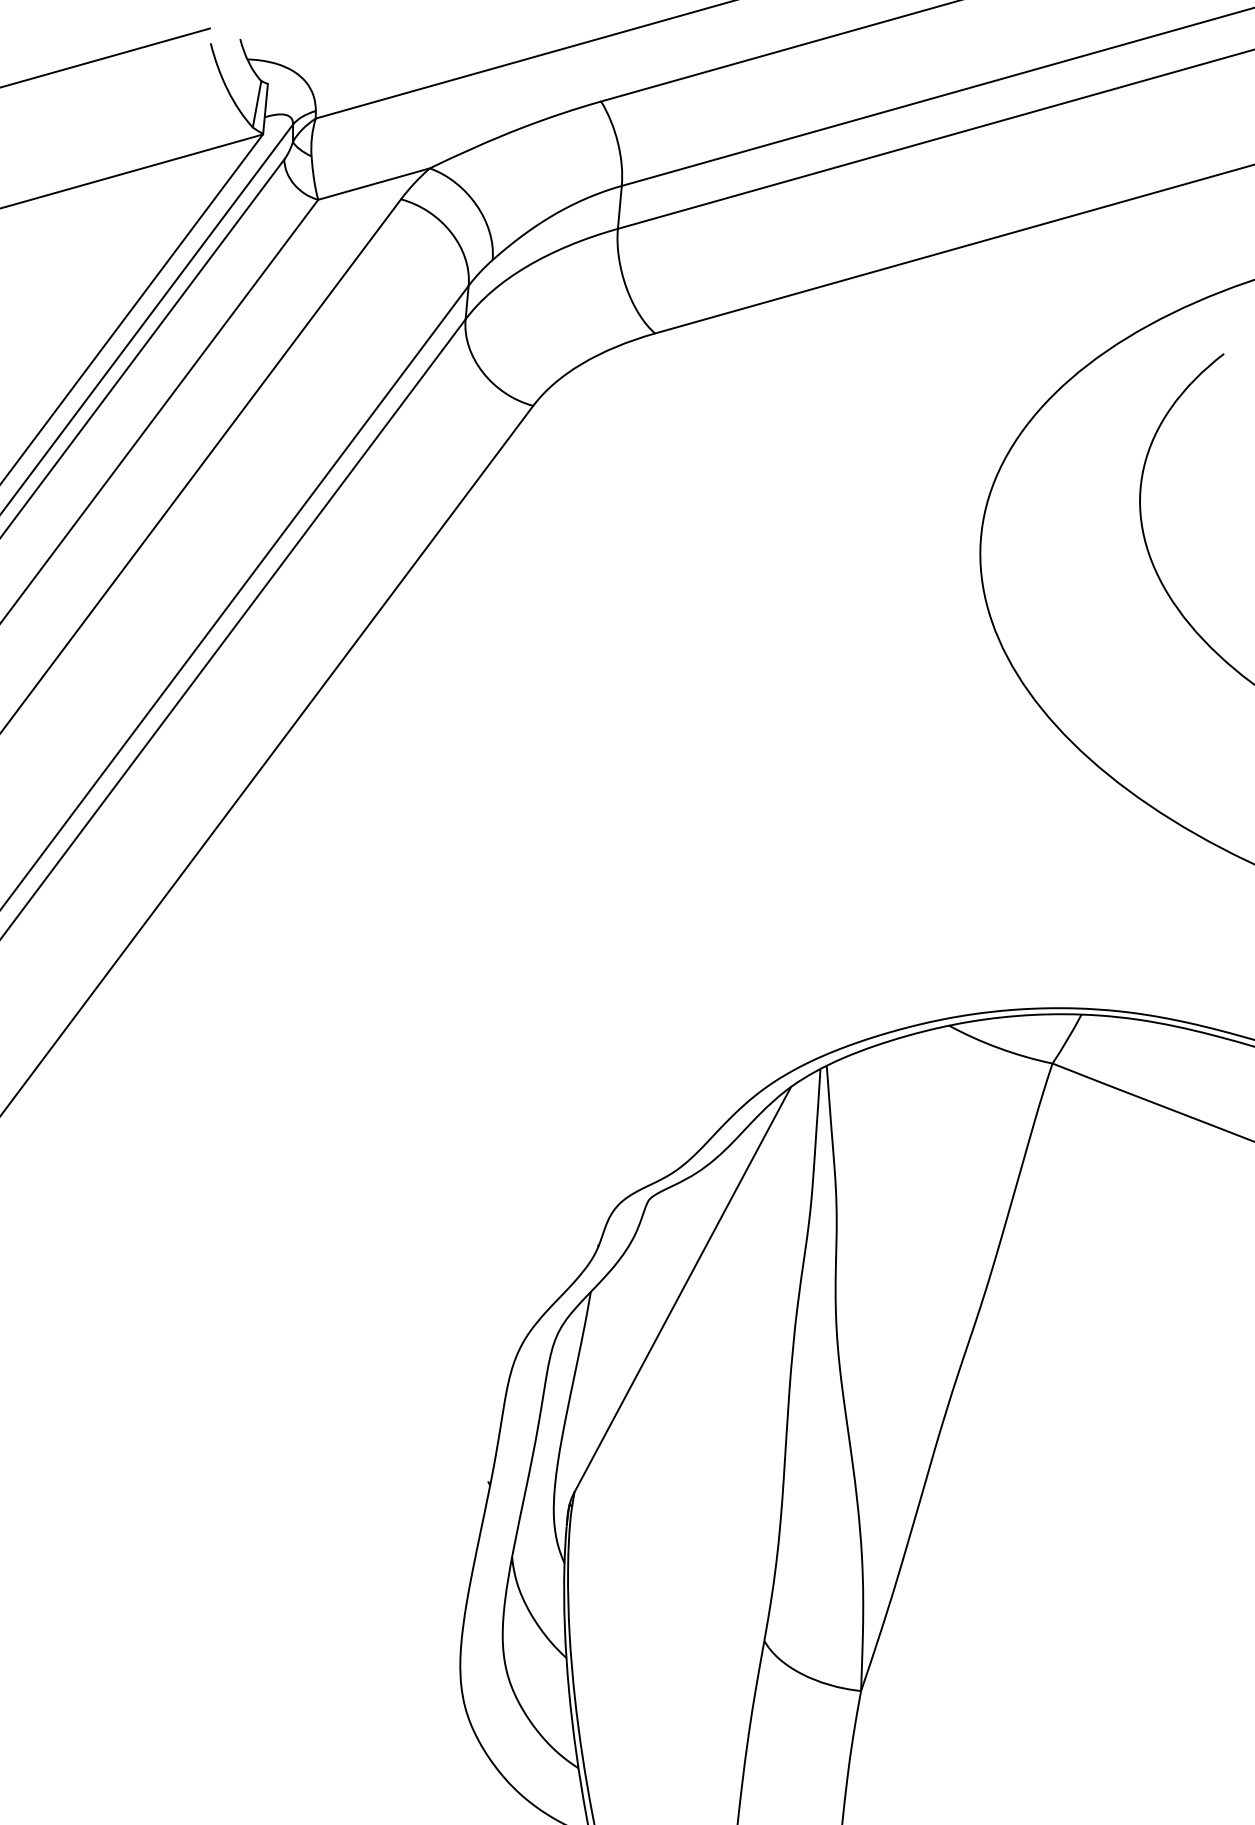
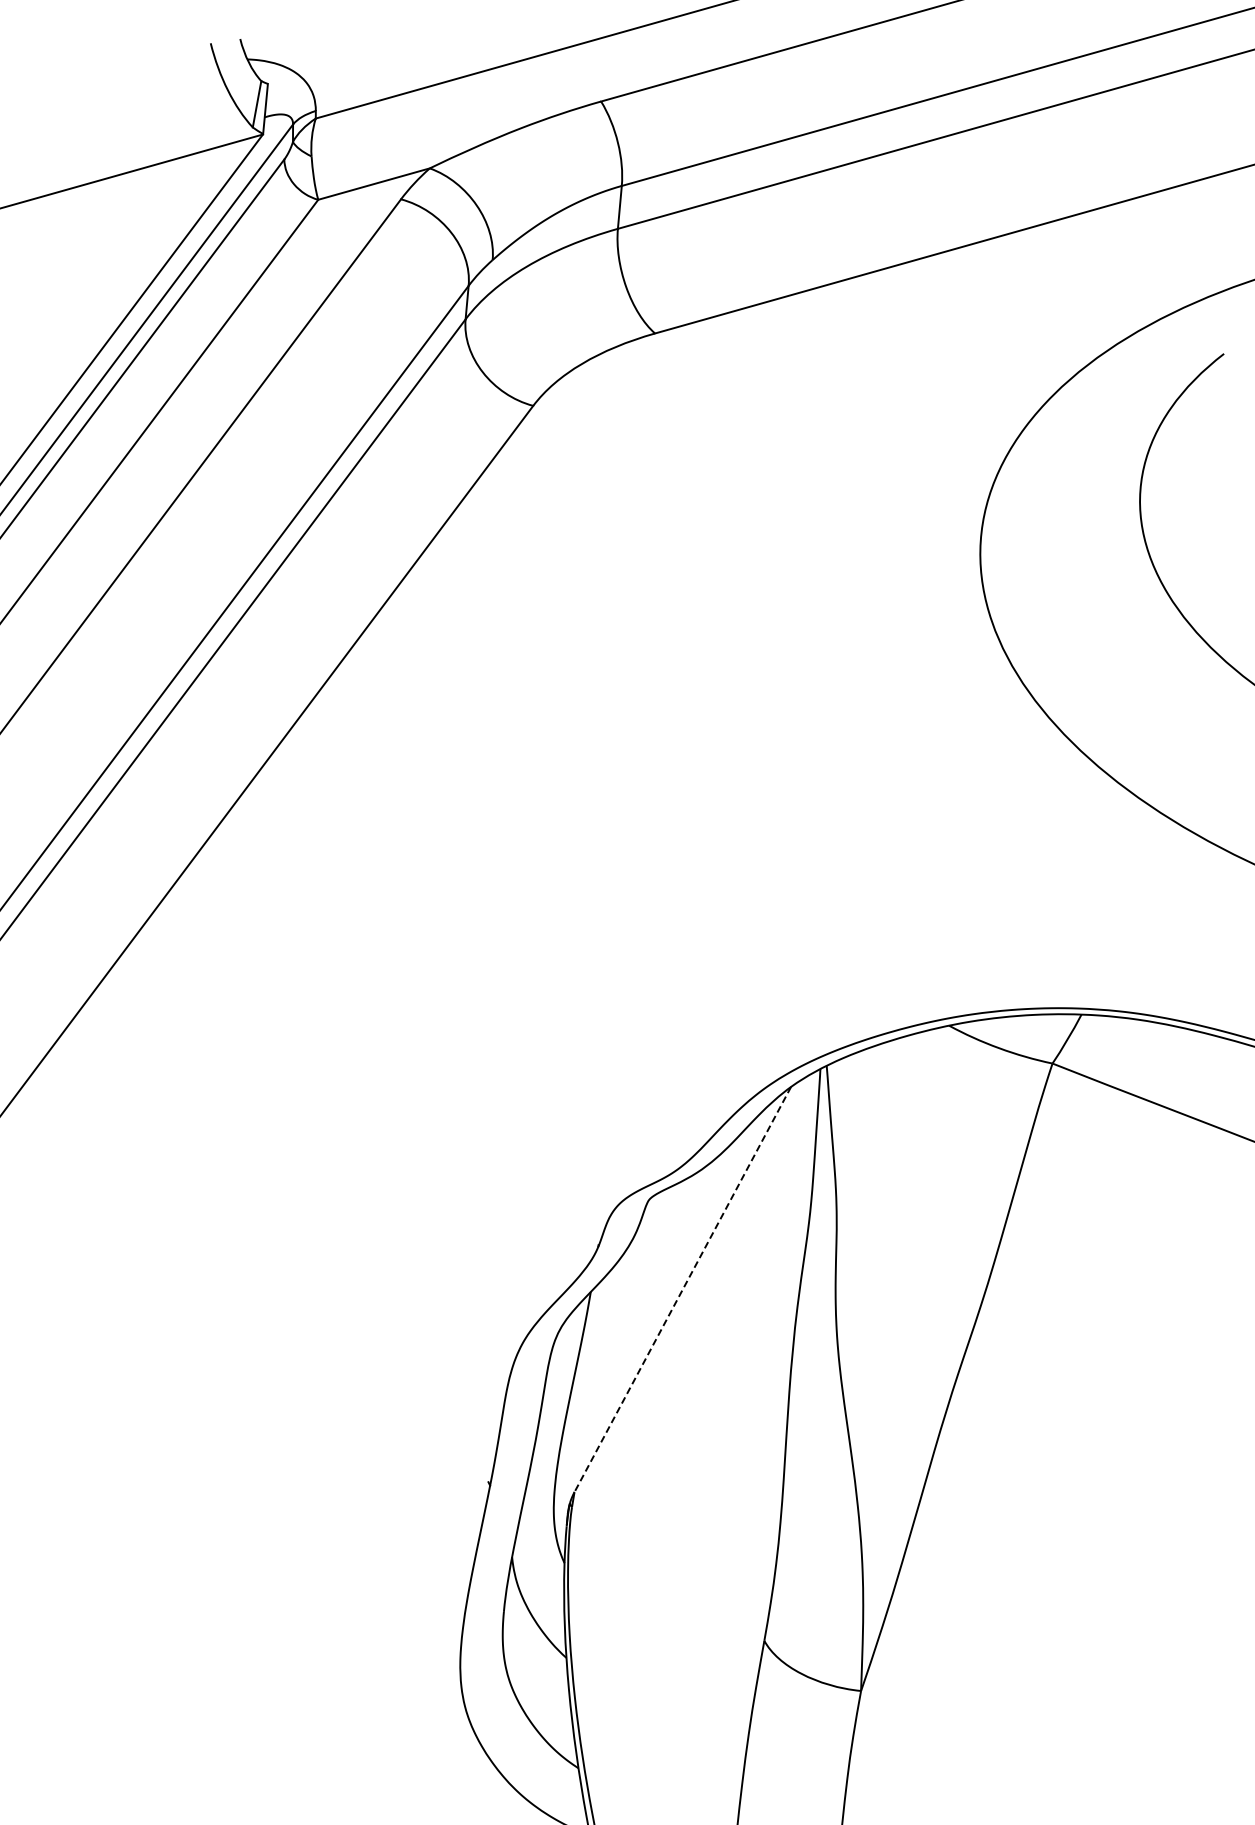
line at (105, 57): present -> none
line at (682, 1289): solid -> dashed
